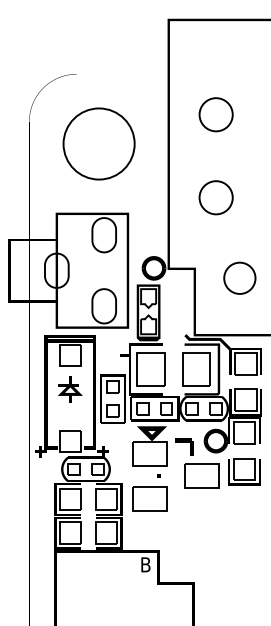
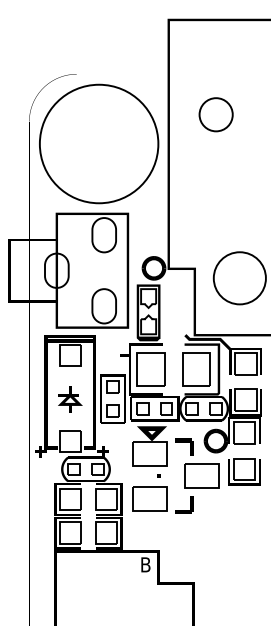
circle at (98, 143) diameter: 71 px -> 119 px
circle at (215, 197): present -> none
circle at (239, 277) diameter: 31 px -> 52 px
part at (70, 389) position: (70, 389) -> (70, 399)
part at (184, 504): none -> present
